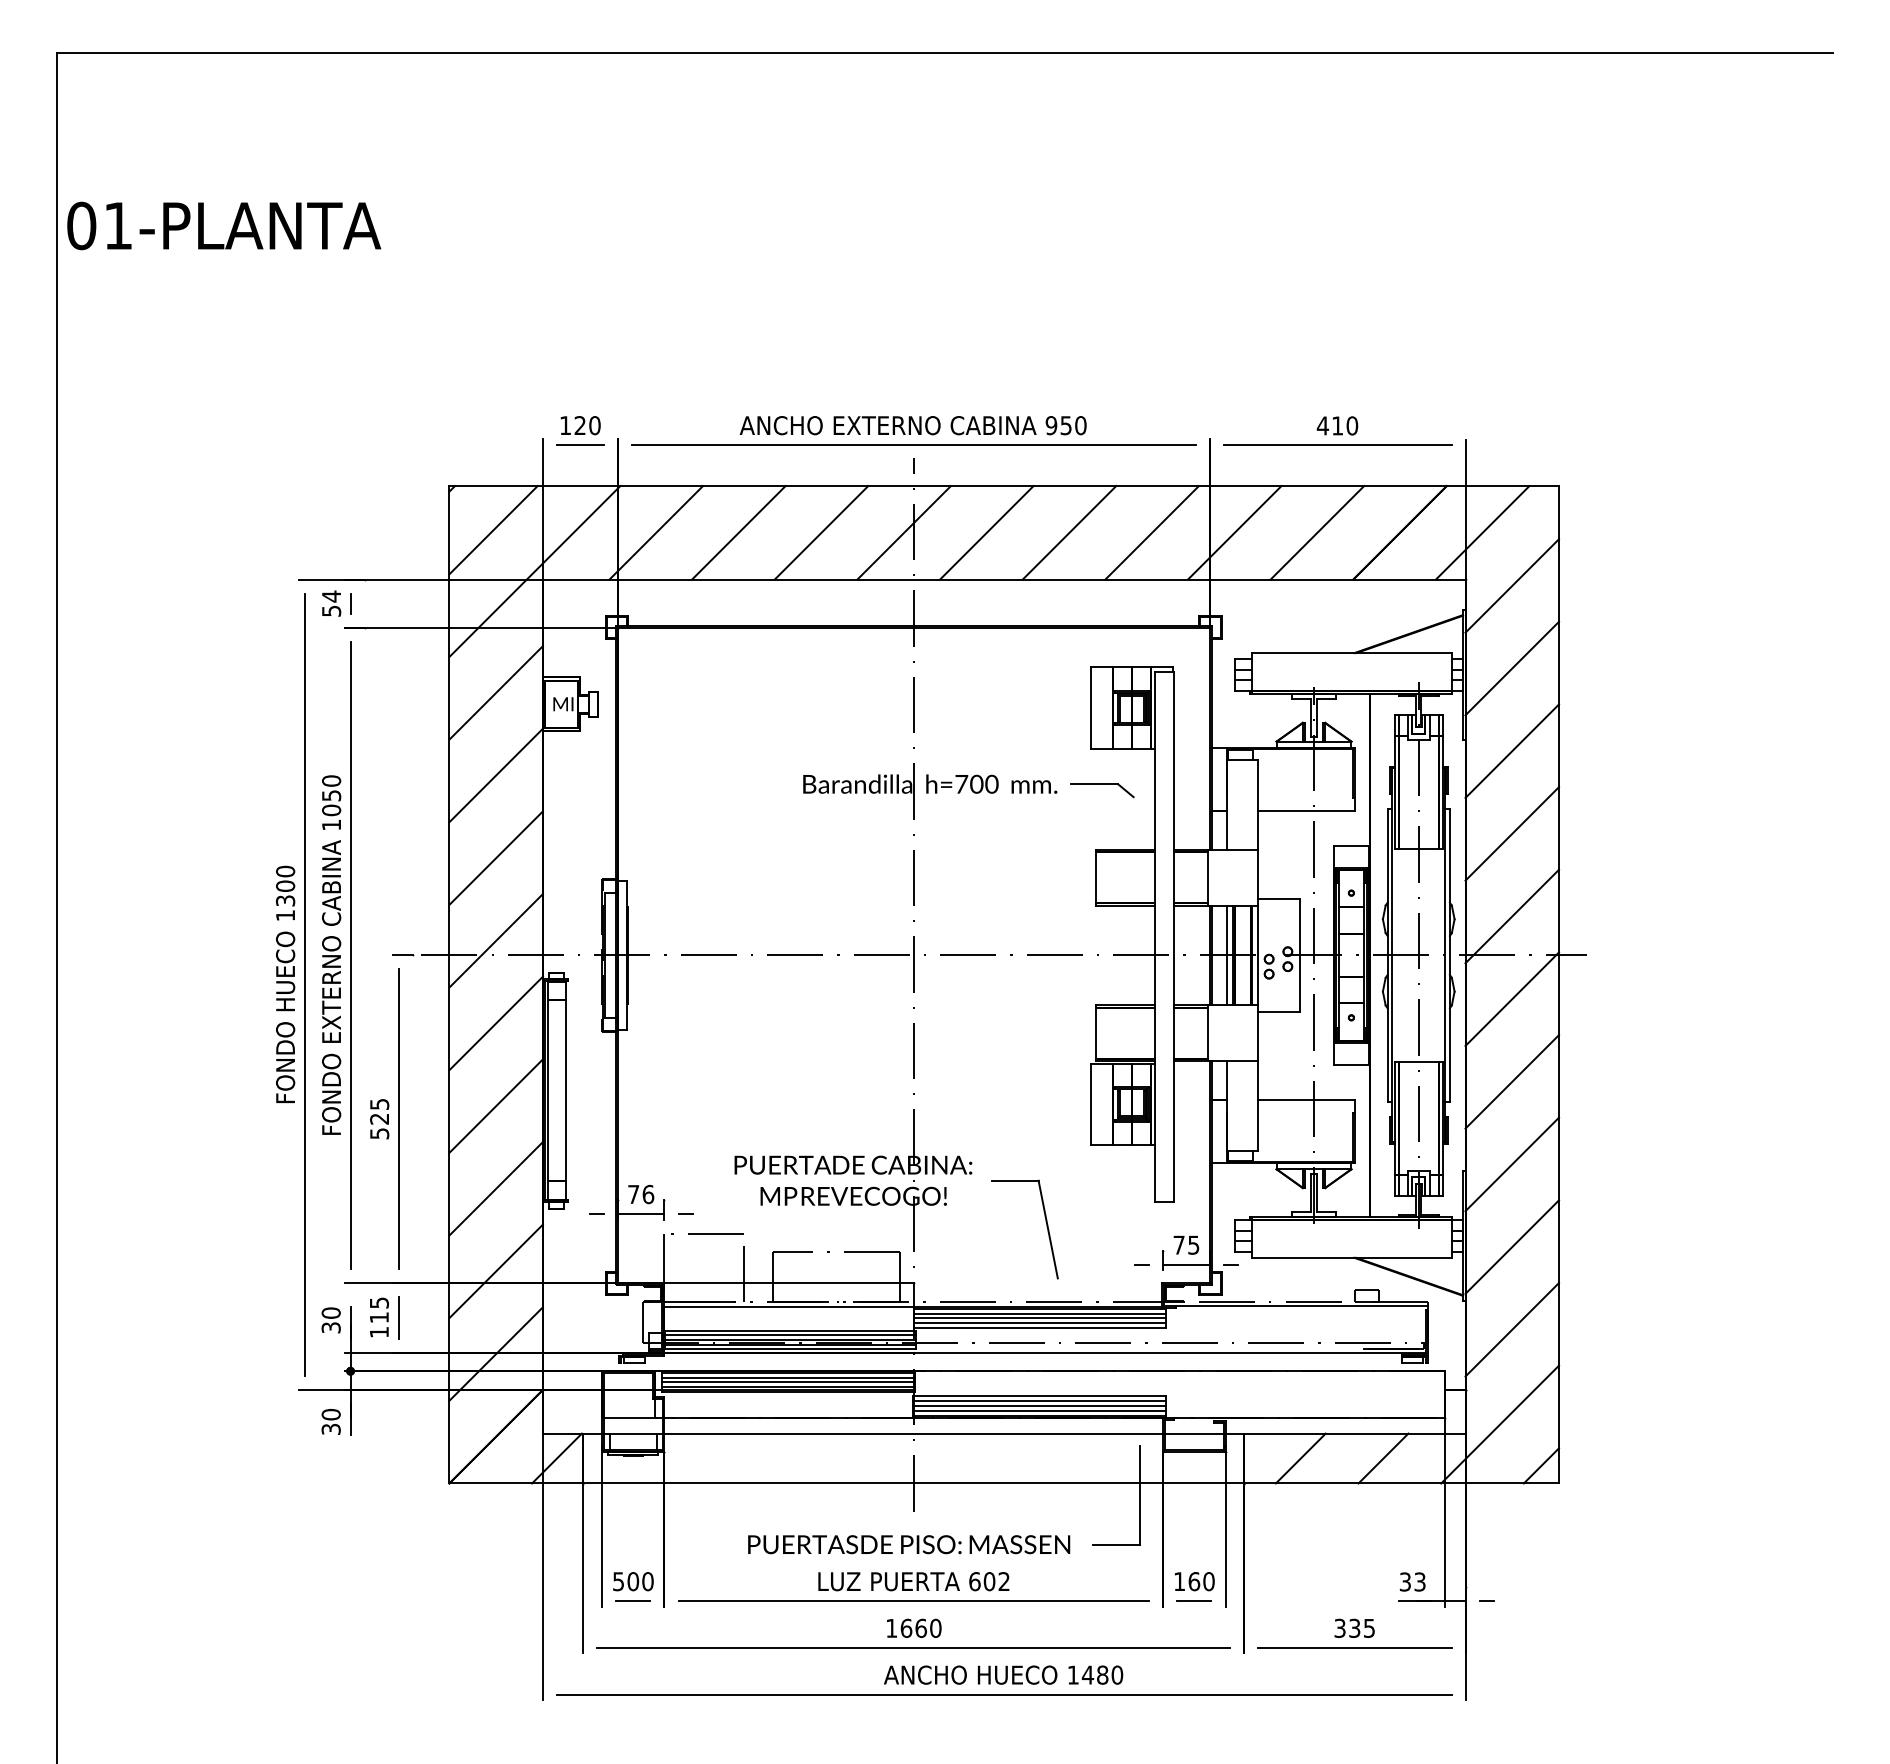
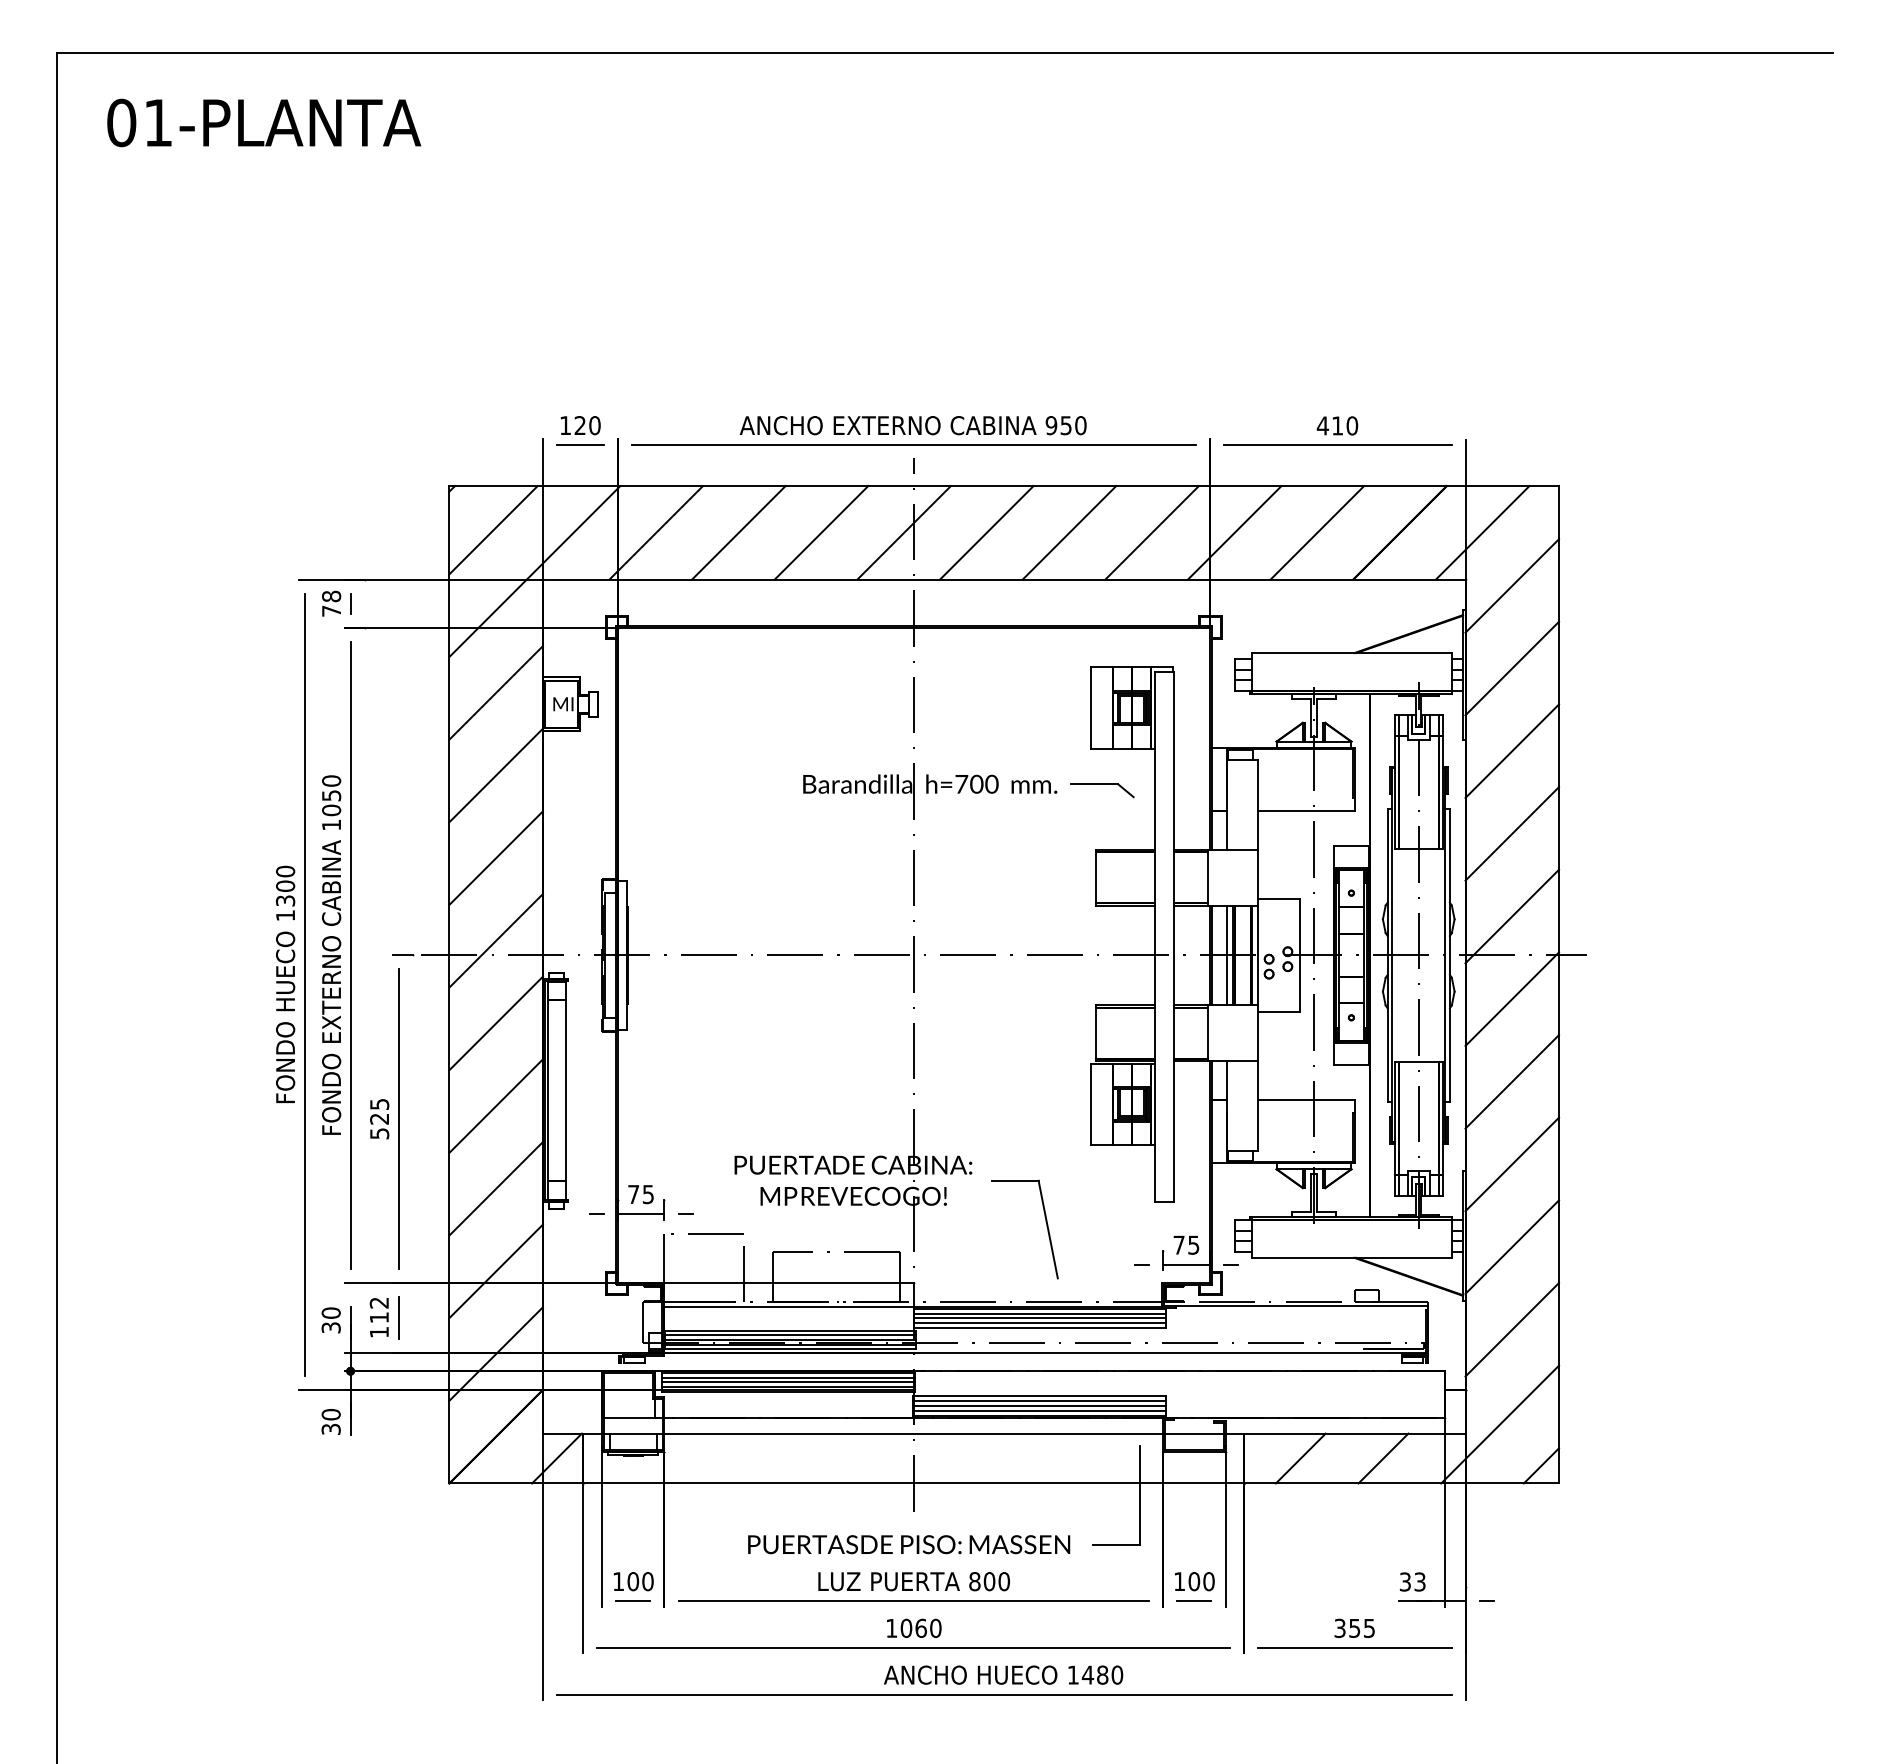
text at (224, 225) position: (224, 225) -> (264, 122)
text at (331, 603): 54 -> 78
text at (648, 1194): 76 -> 75
text at (378, 1302): 115 -> 112
text at (618, 1581): 500 -> 100
text at (989, 1581): 602 -> 800
text at (1194, 1581): 160 -> 100
text at (906, 1627): 1660 -> 1060
text at (1354, 1627): 335 -> 355
